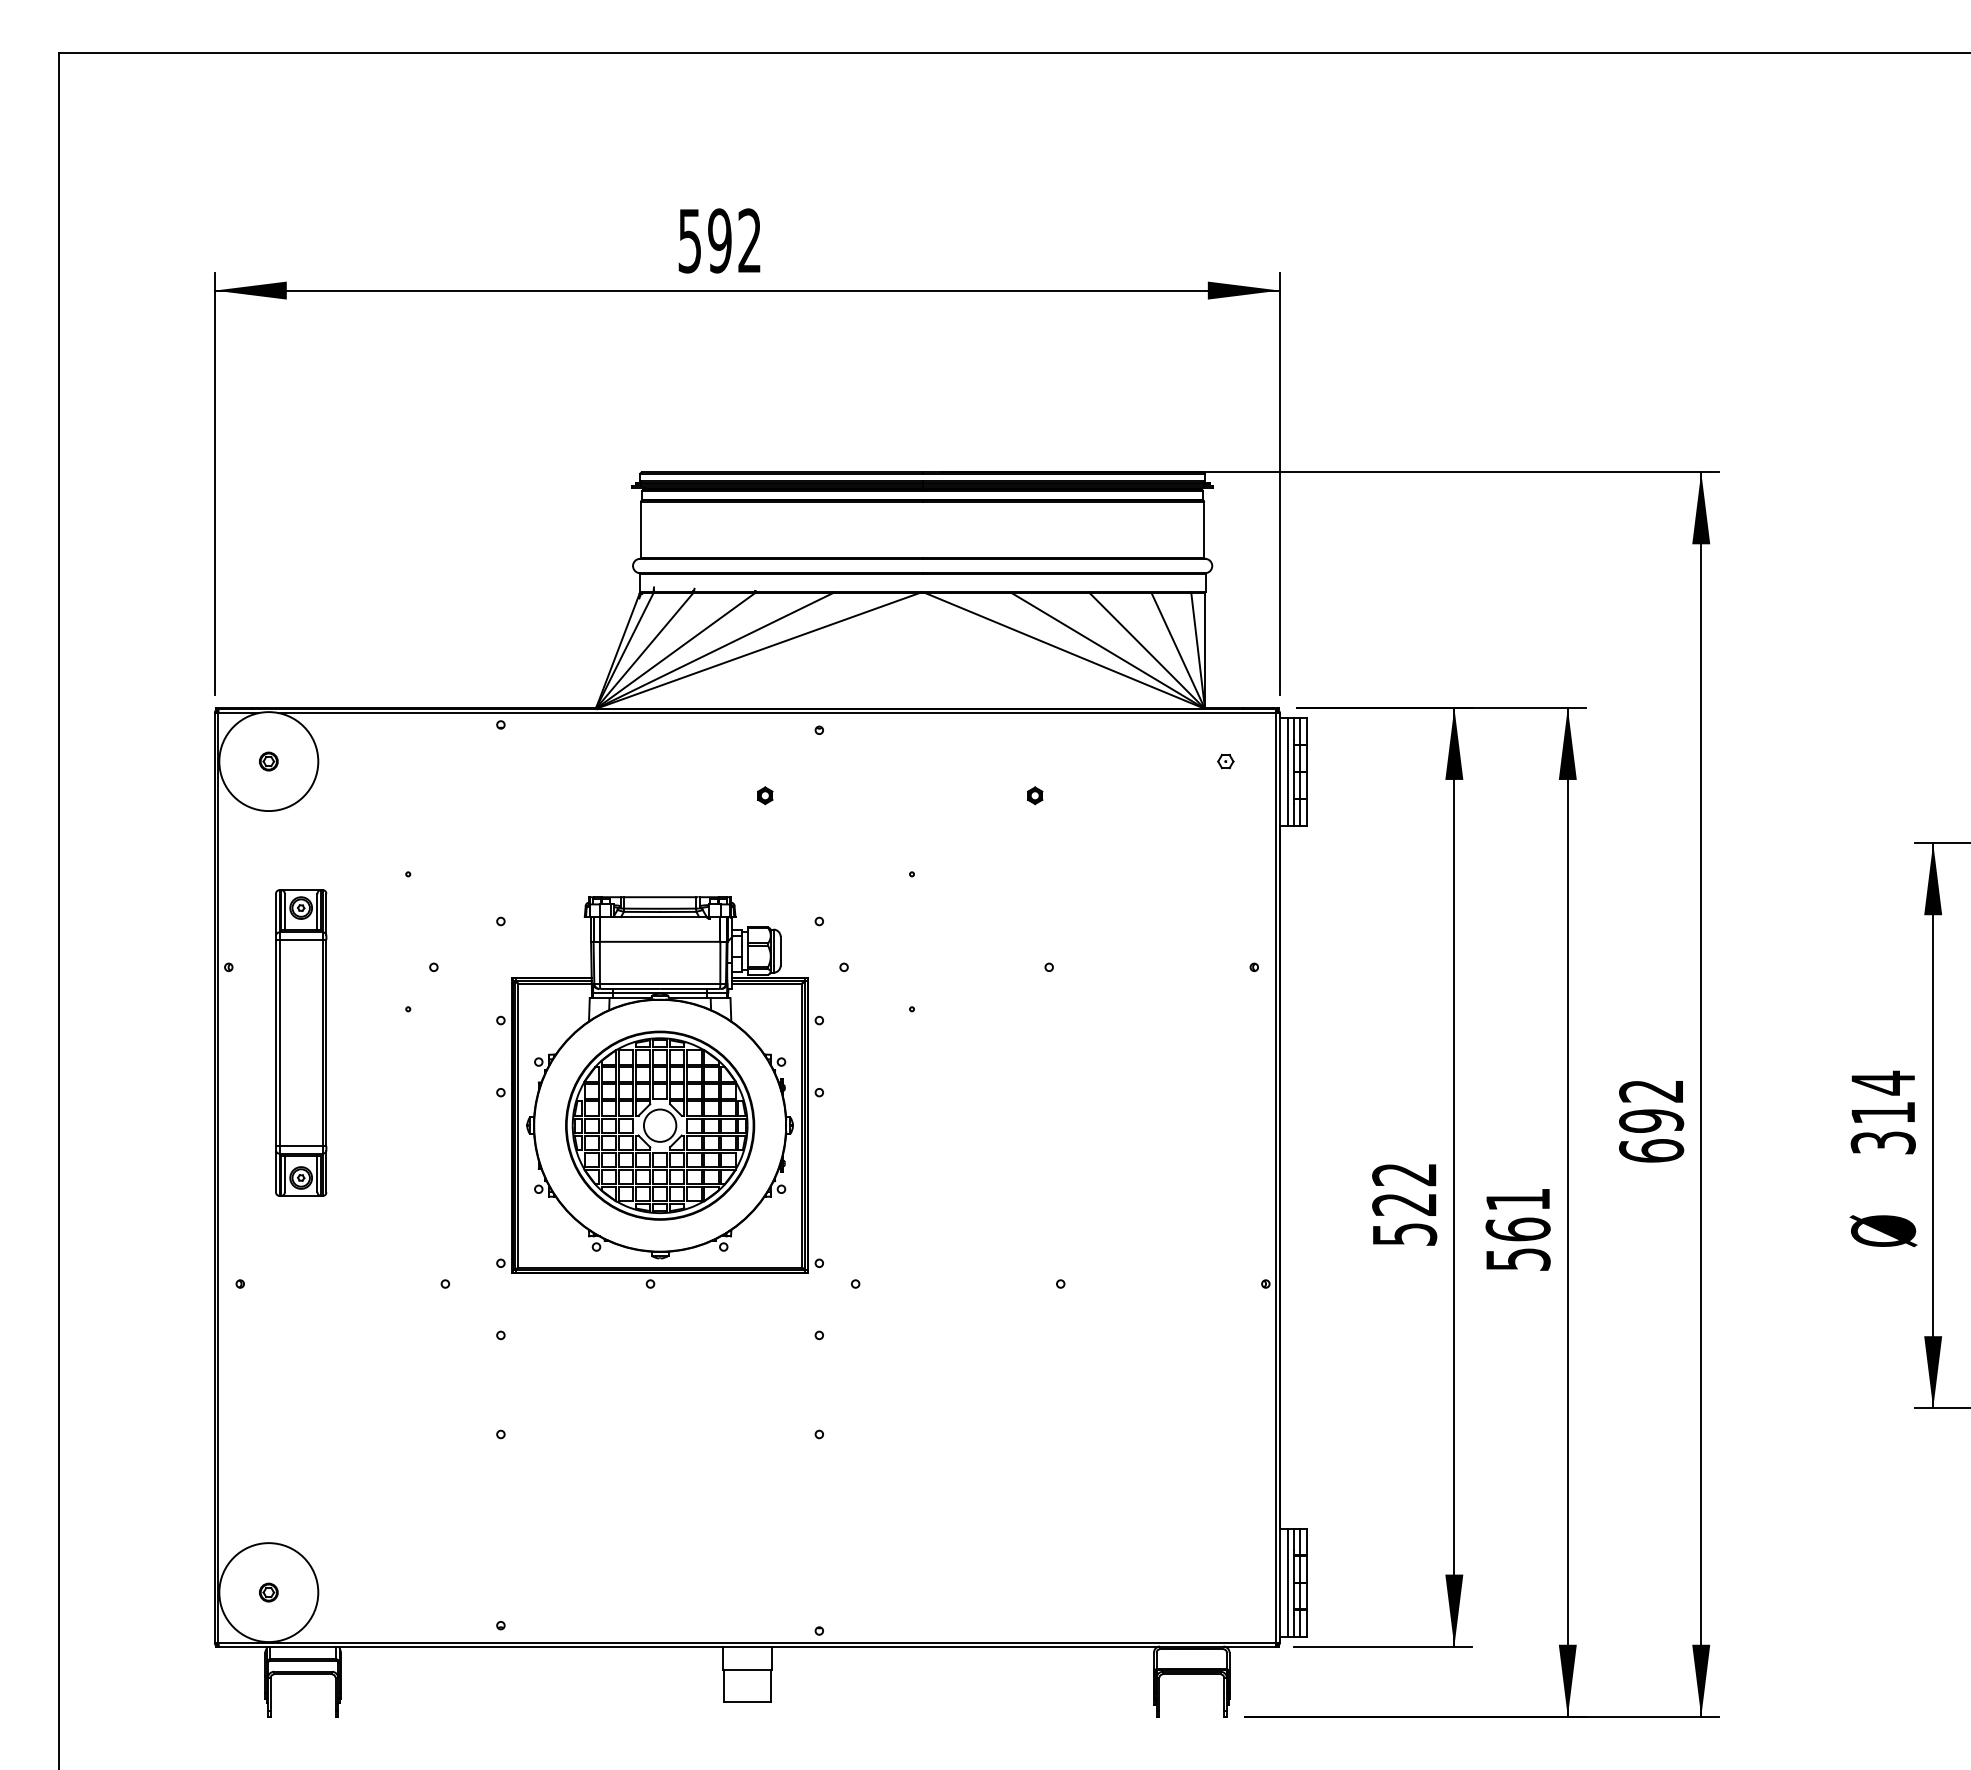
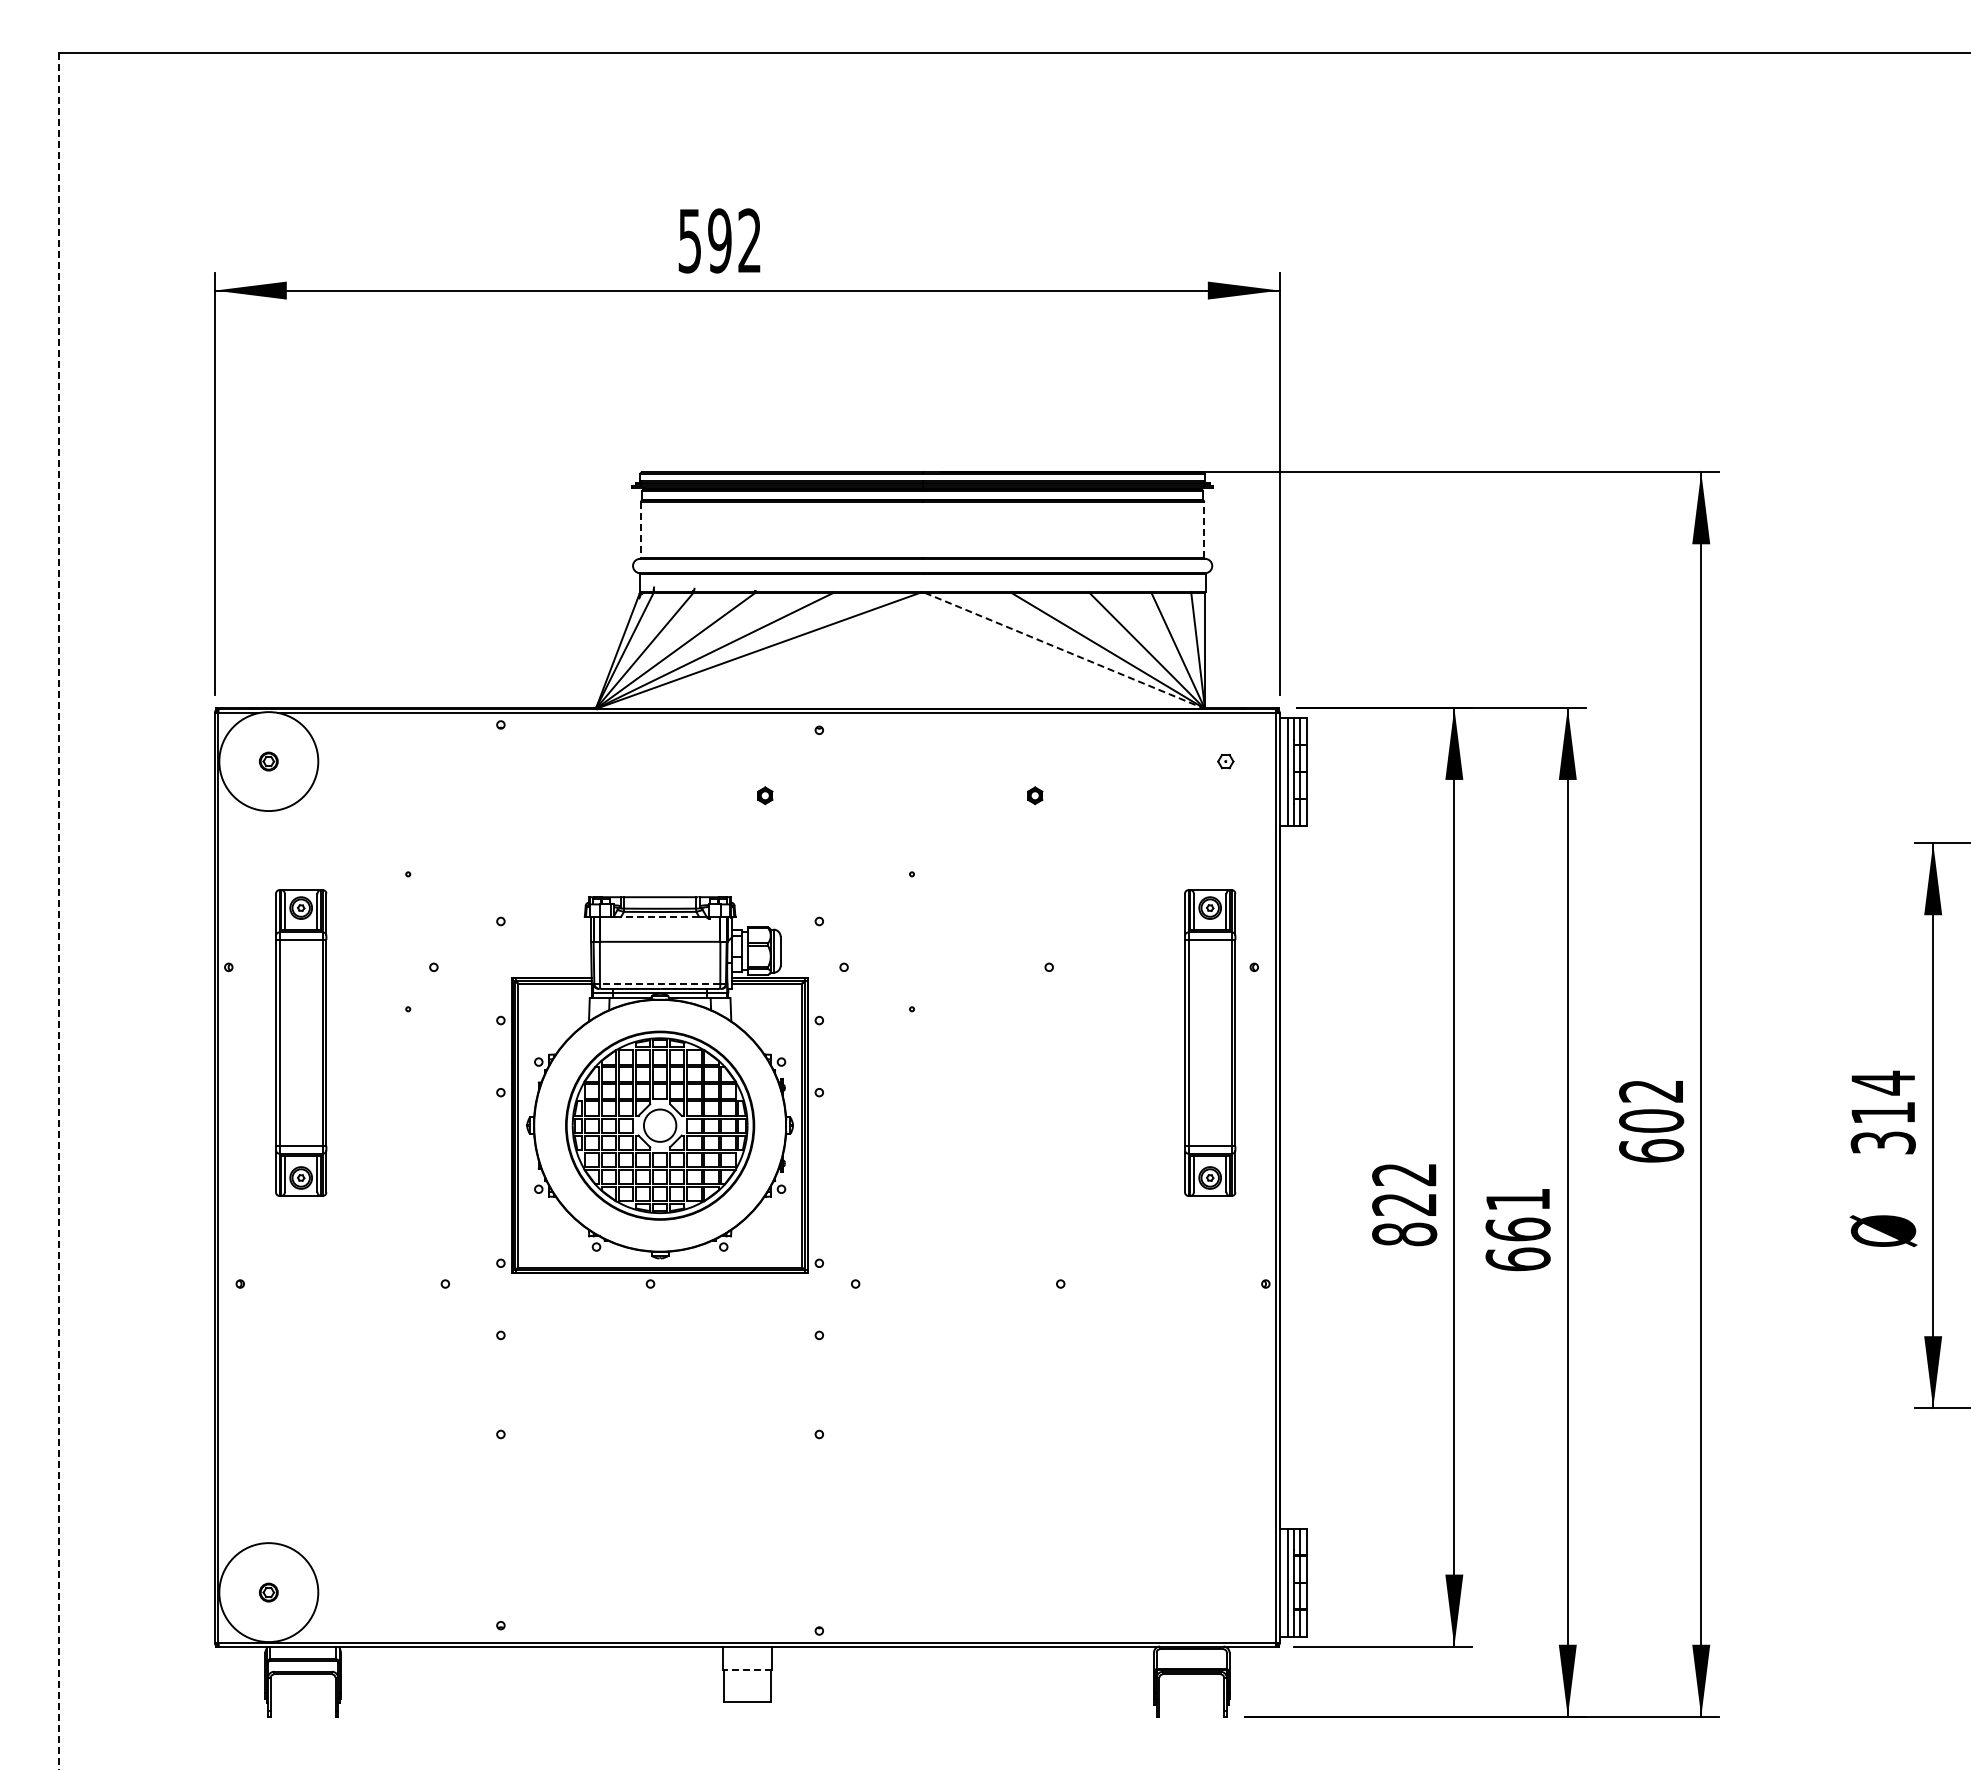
line at (1204, 529): solid -> dashed
line at (641, 530): solid -> dashed
line at (1063, 650): solid -> dashed
line at (59, 912): solid -> dashed
line at (659, 917): solid -> dashed
line at (659, 983): solid -> dashed
part at (1210, 1042): none -> present
text at (1651, 1120): 692 -> 602
text at (1404, 1234): 522 -> 822
text at (1517, 1259): 561 -> 661
line at (746, 1669): solid -> dashed
